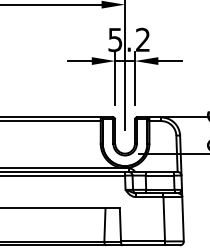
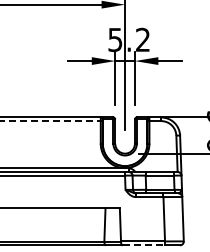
line at (50, 121): solid -> dashed
line at (144, 245): solid -> dashed
